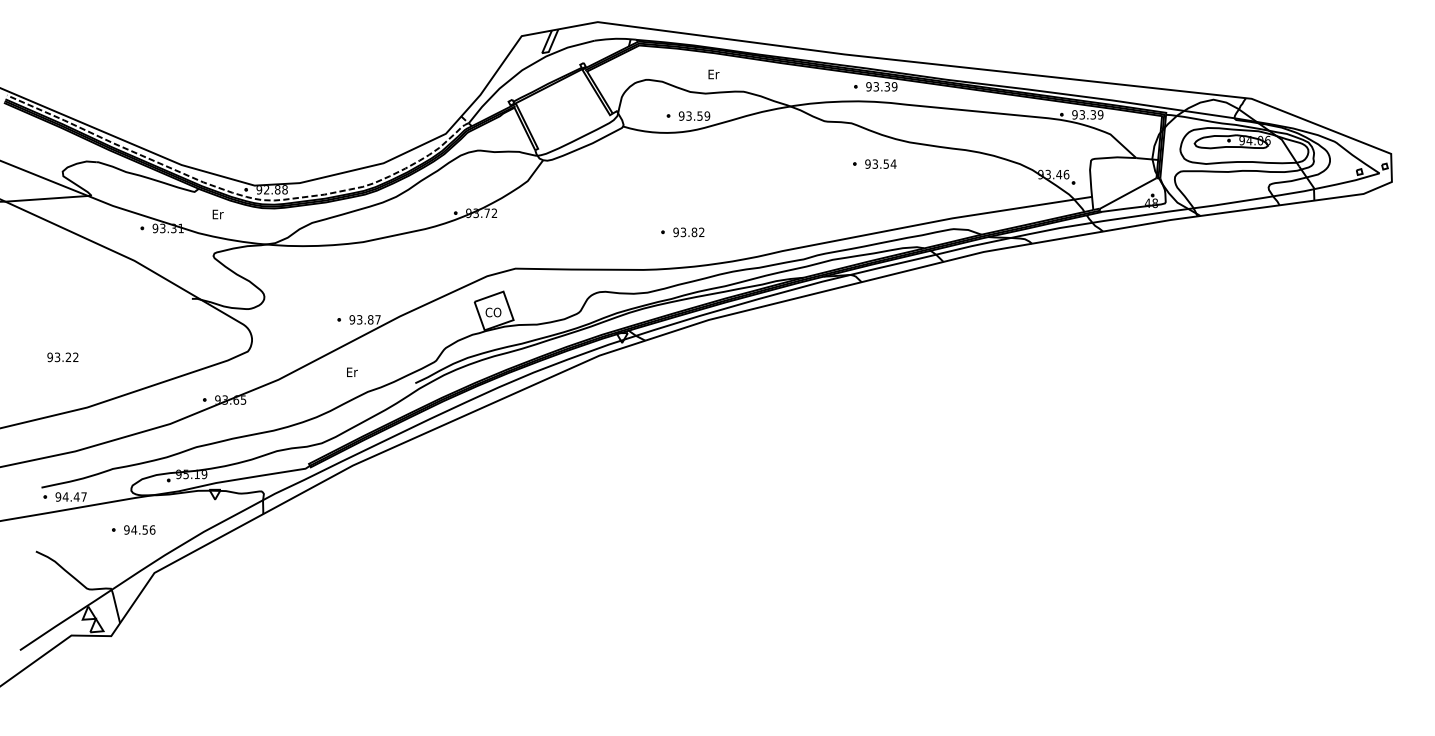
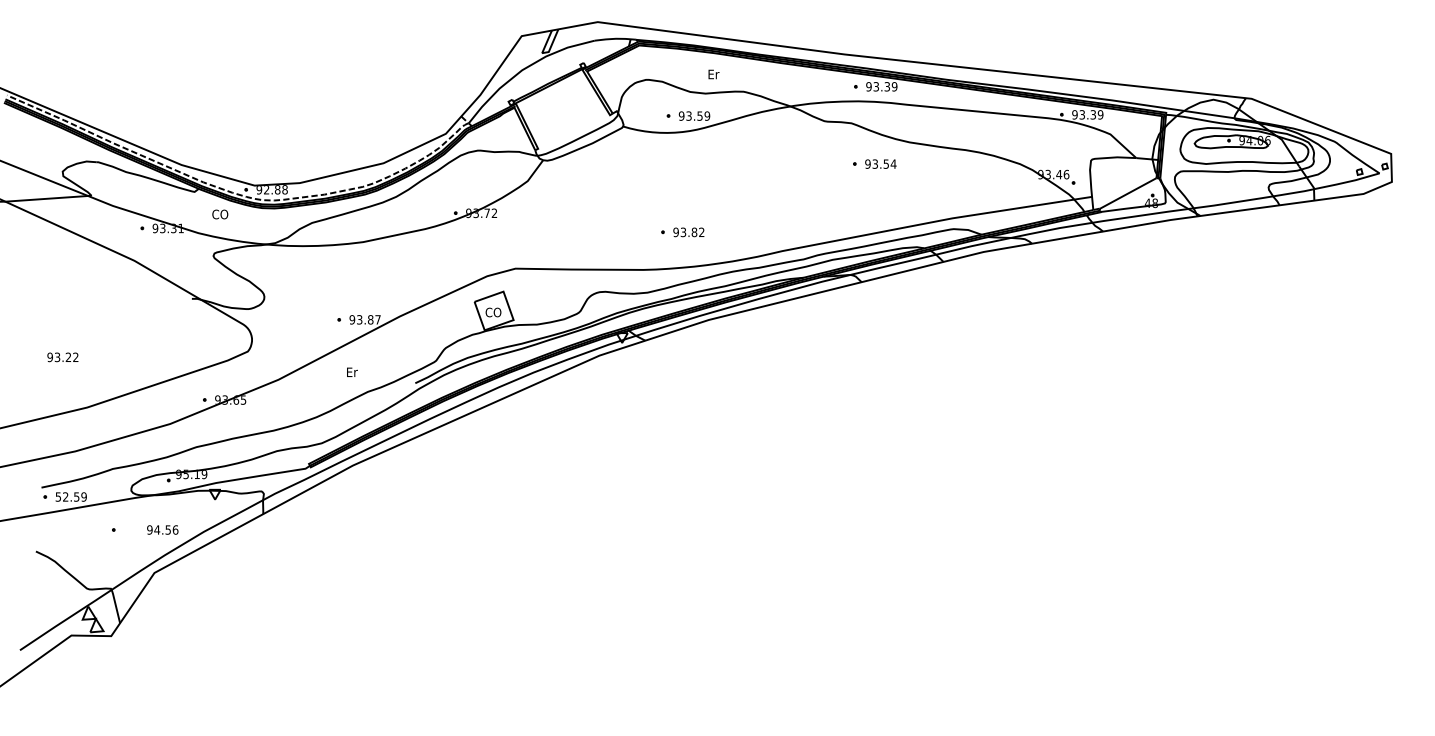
text at (220, 214): Er -> CO
text at (70, 496): 94.47 -> 52.59
text at (139, 529) position: (139, 529) -> (162, 529)
